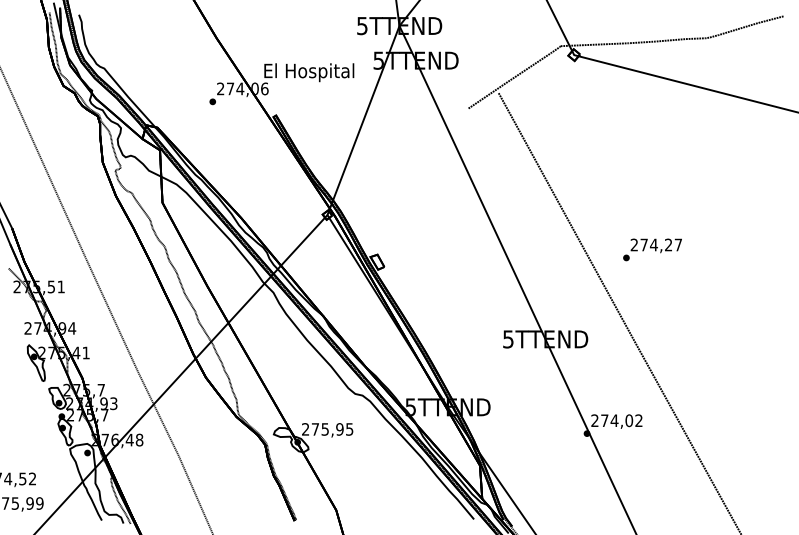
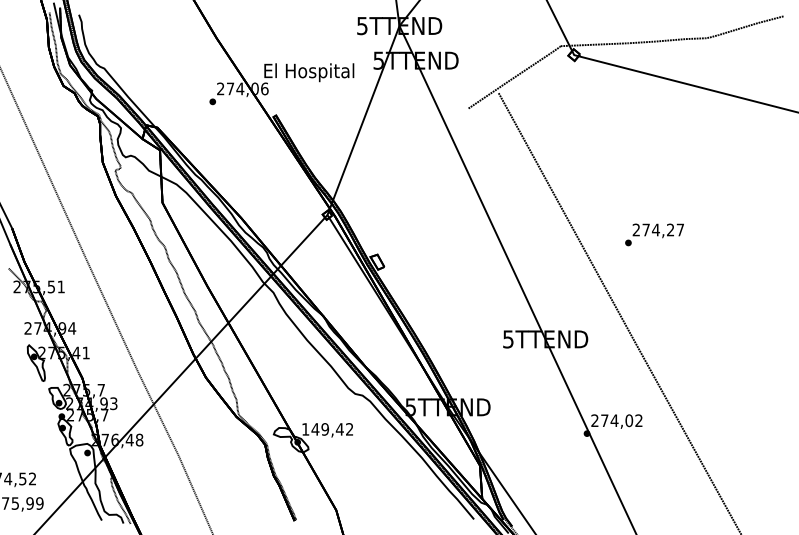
text at (652, 249) position: (652, 249) -> (654, 234)
text at (327, 429): 275,95 -> 149,42
